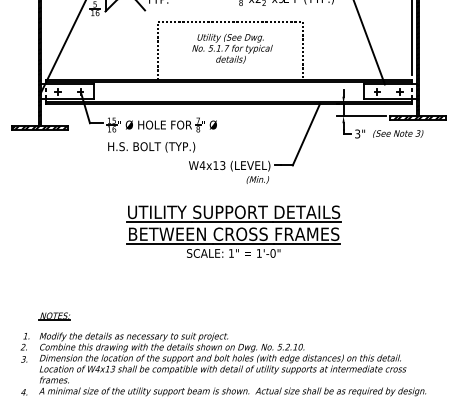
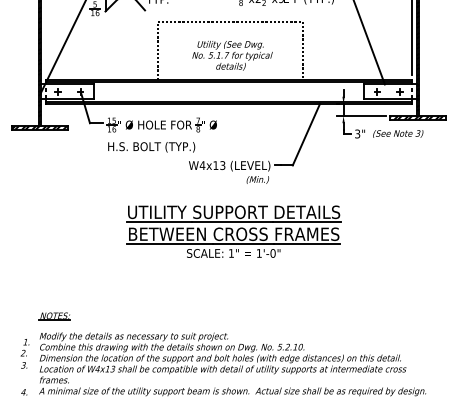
text at (232, 48) position: (232, 48) -> (232, 55)
text at (24, 347) position: (24, 347) -> (24, 353)
